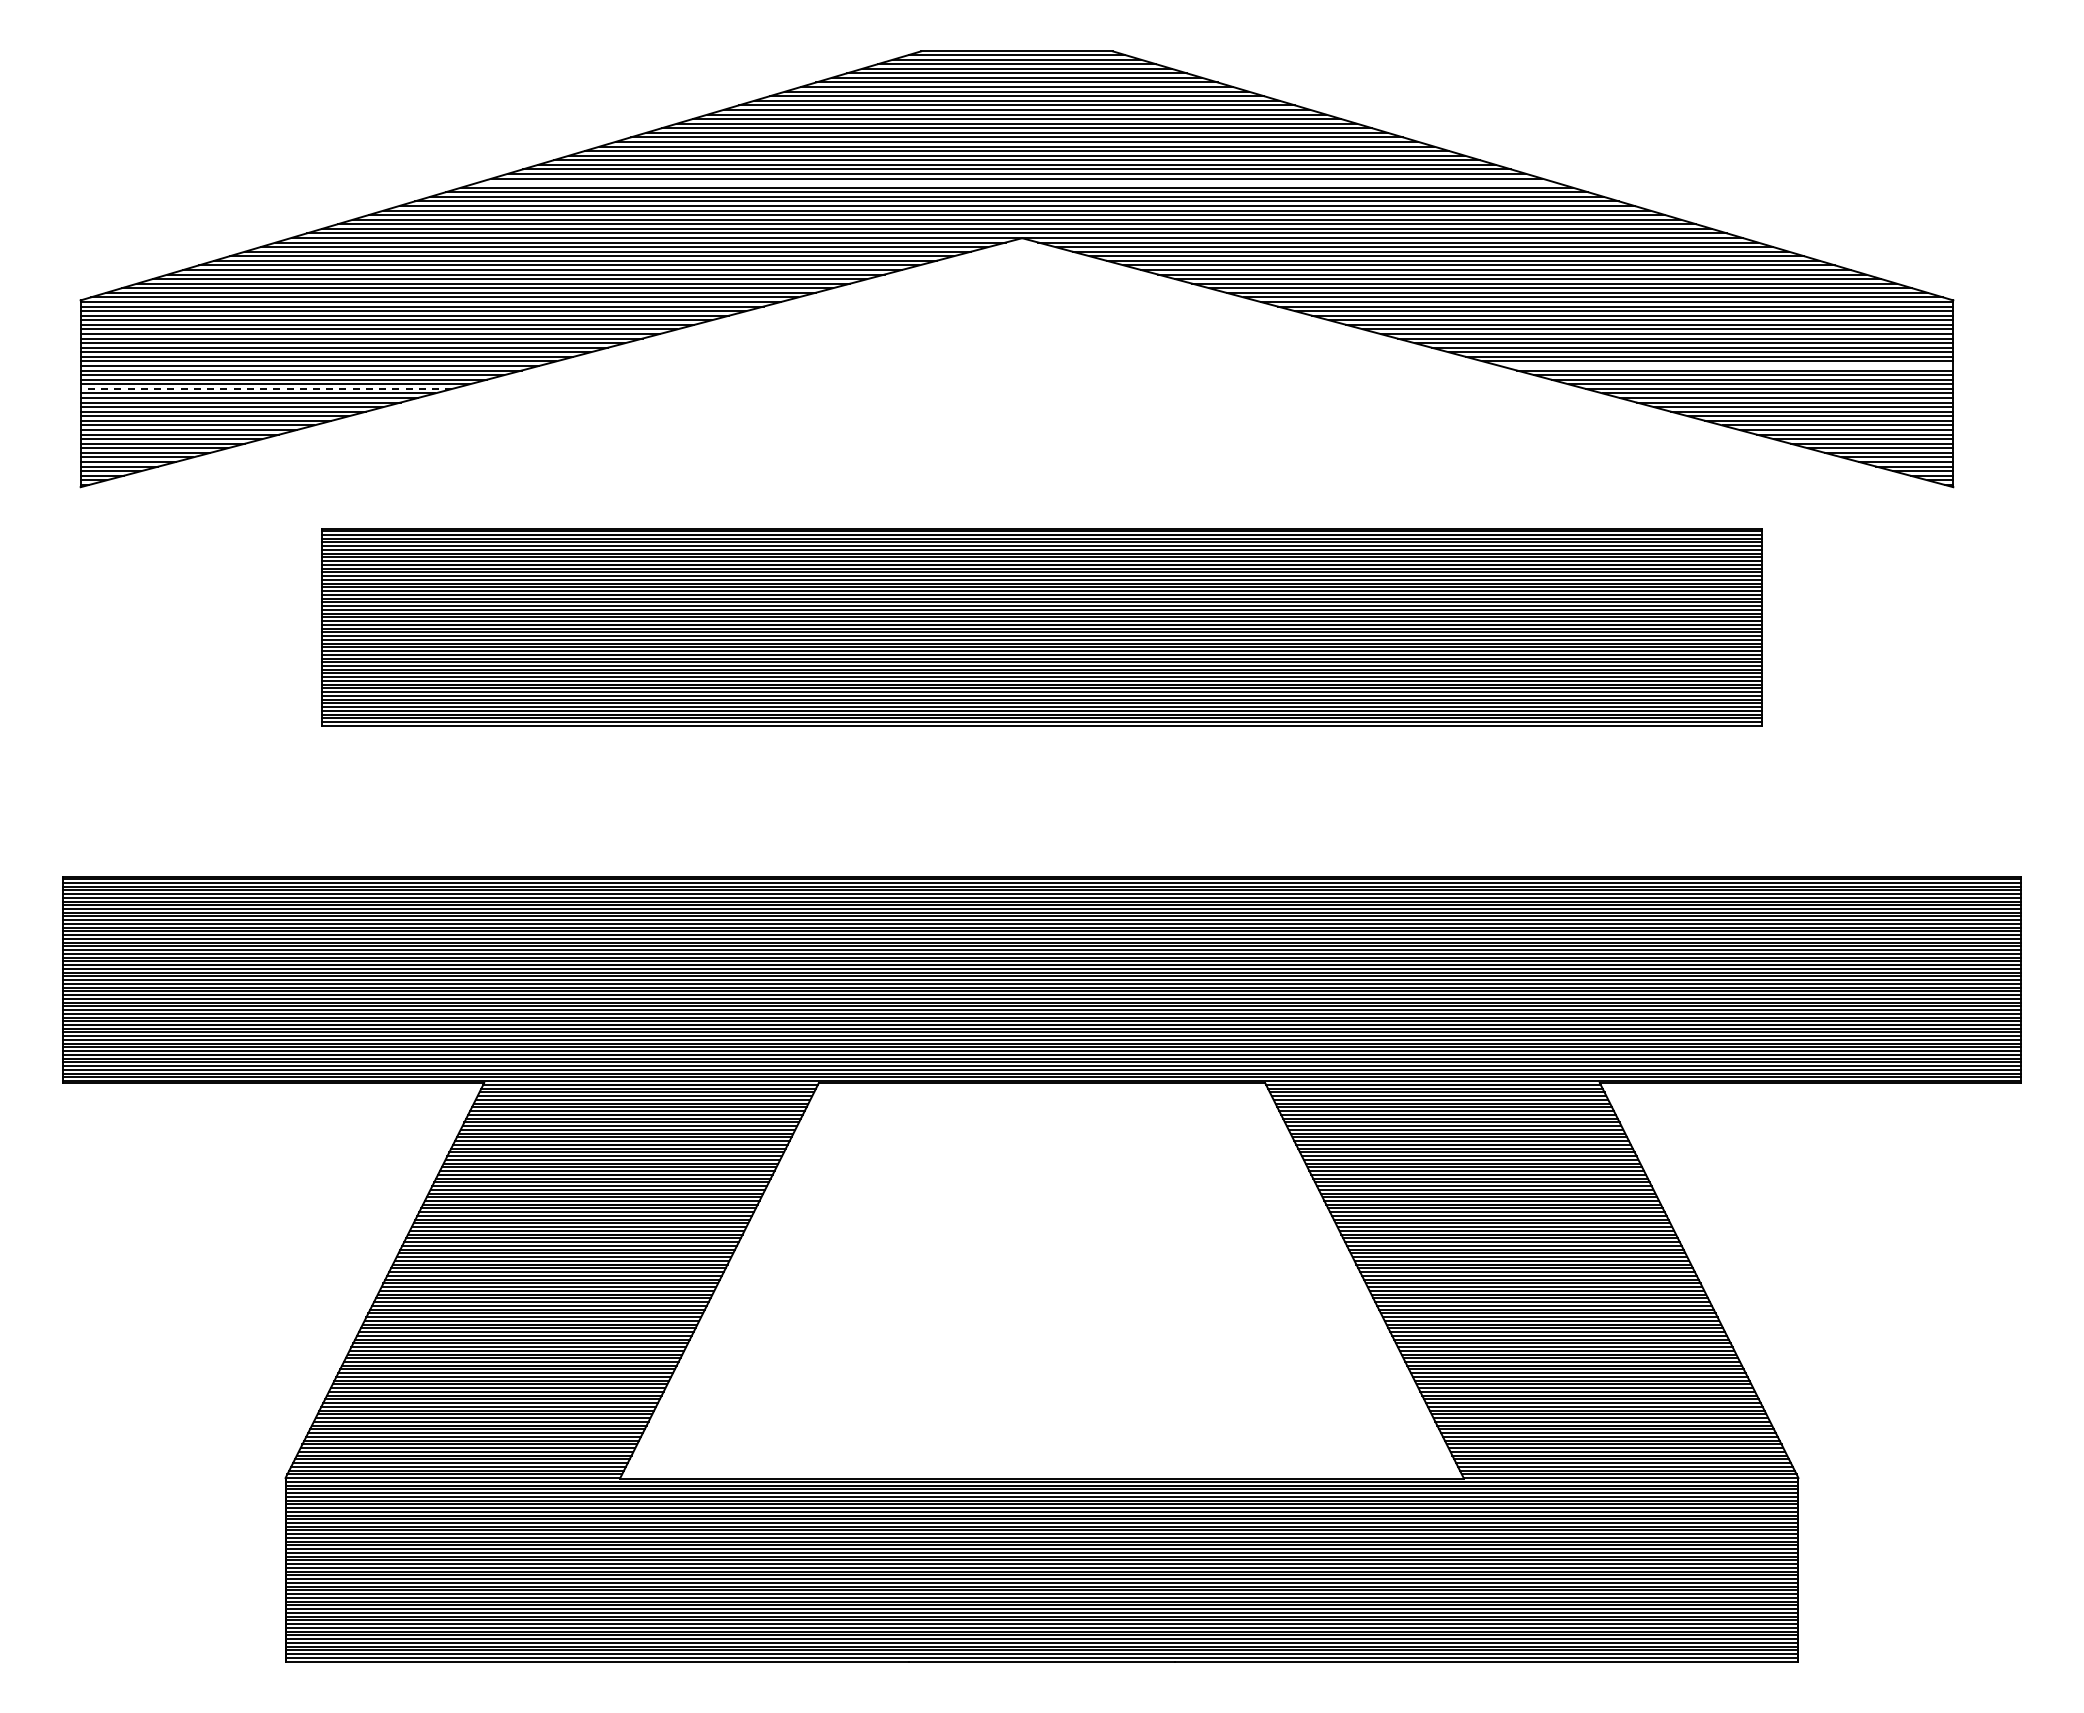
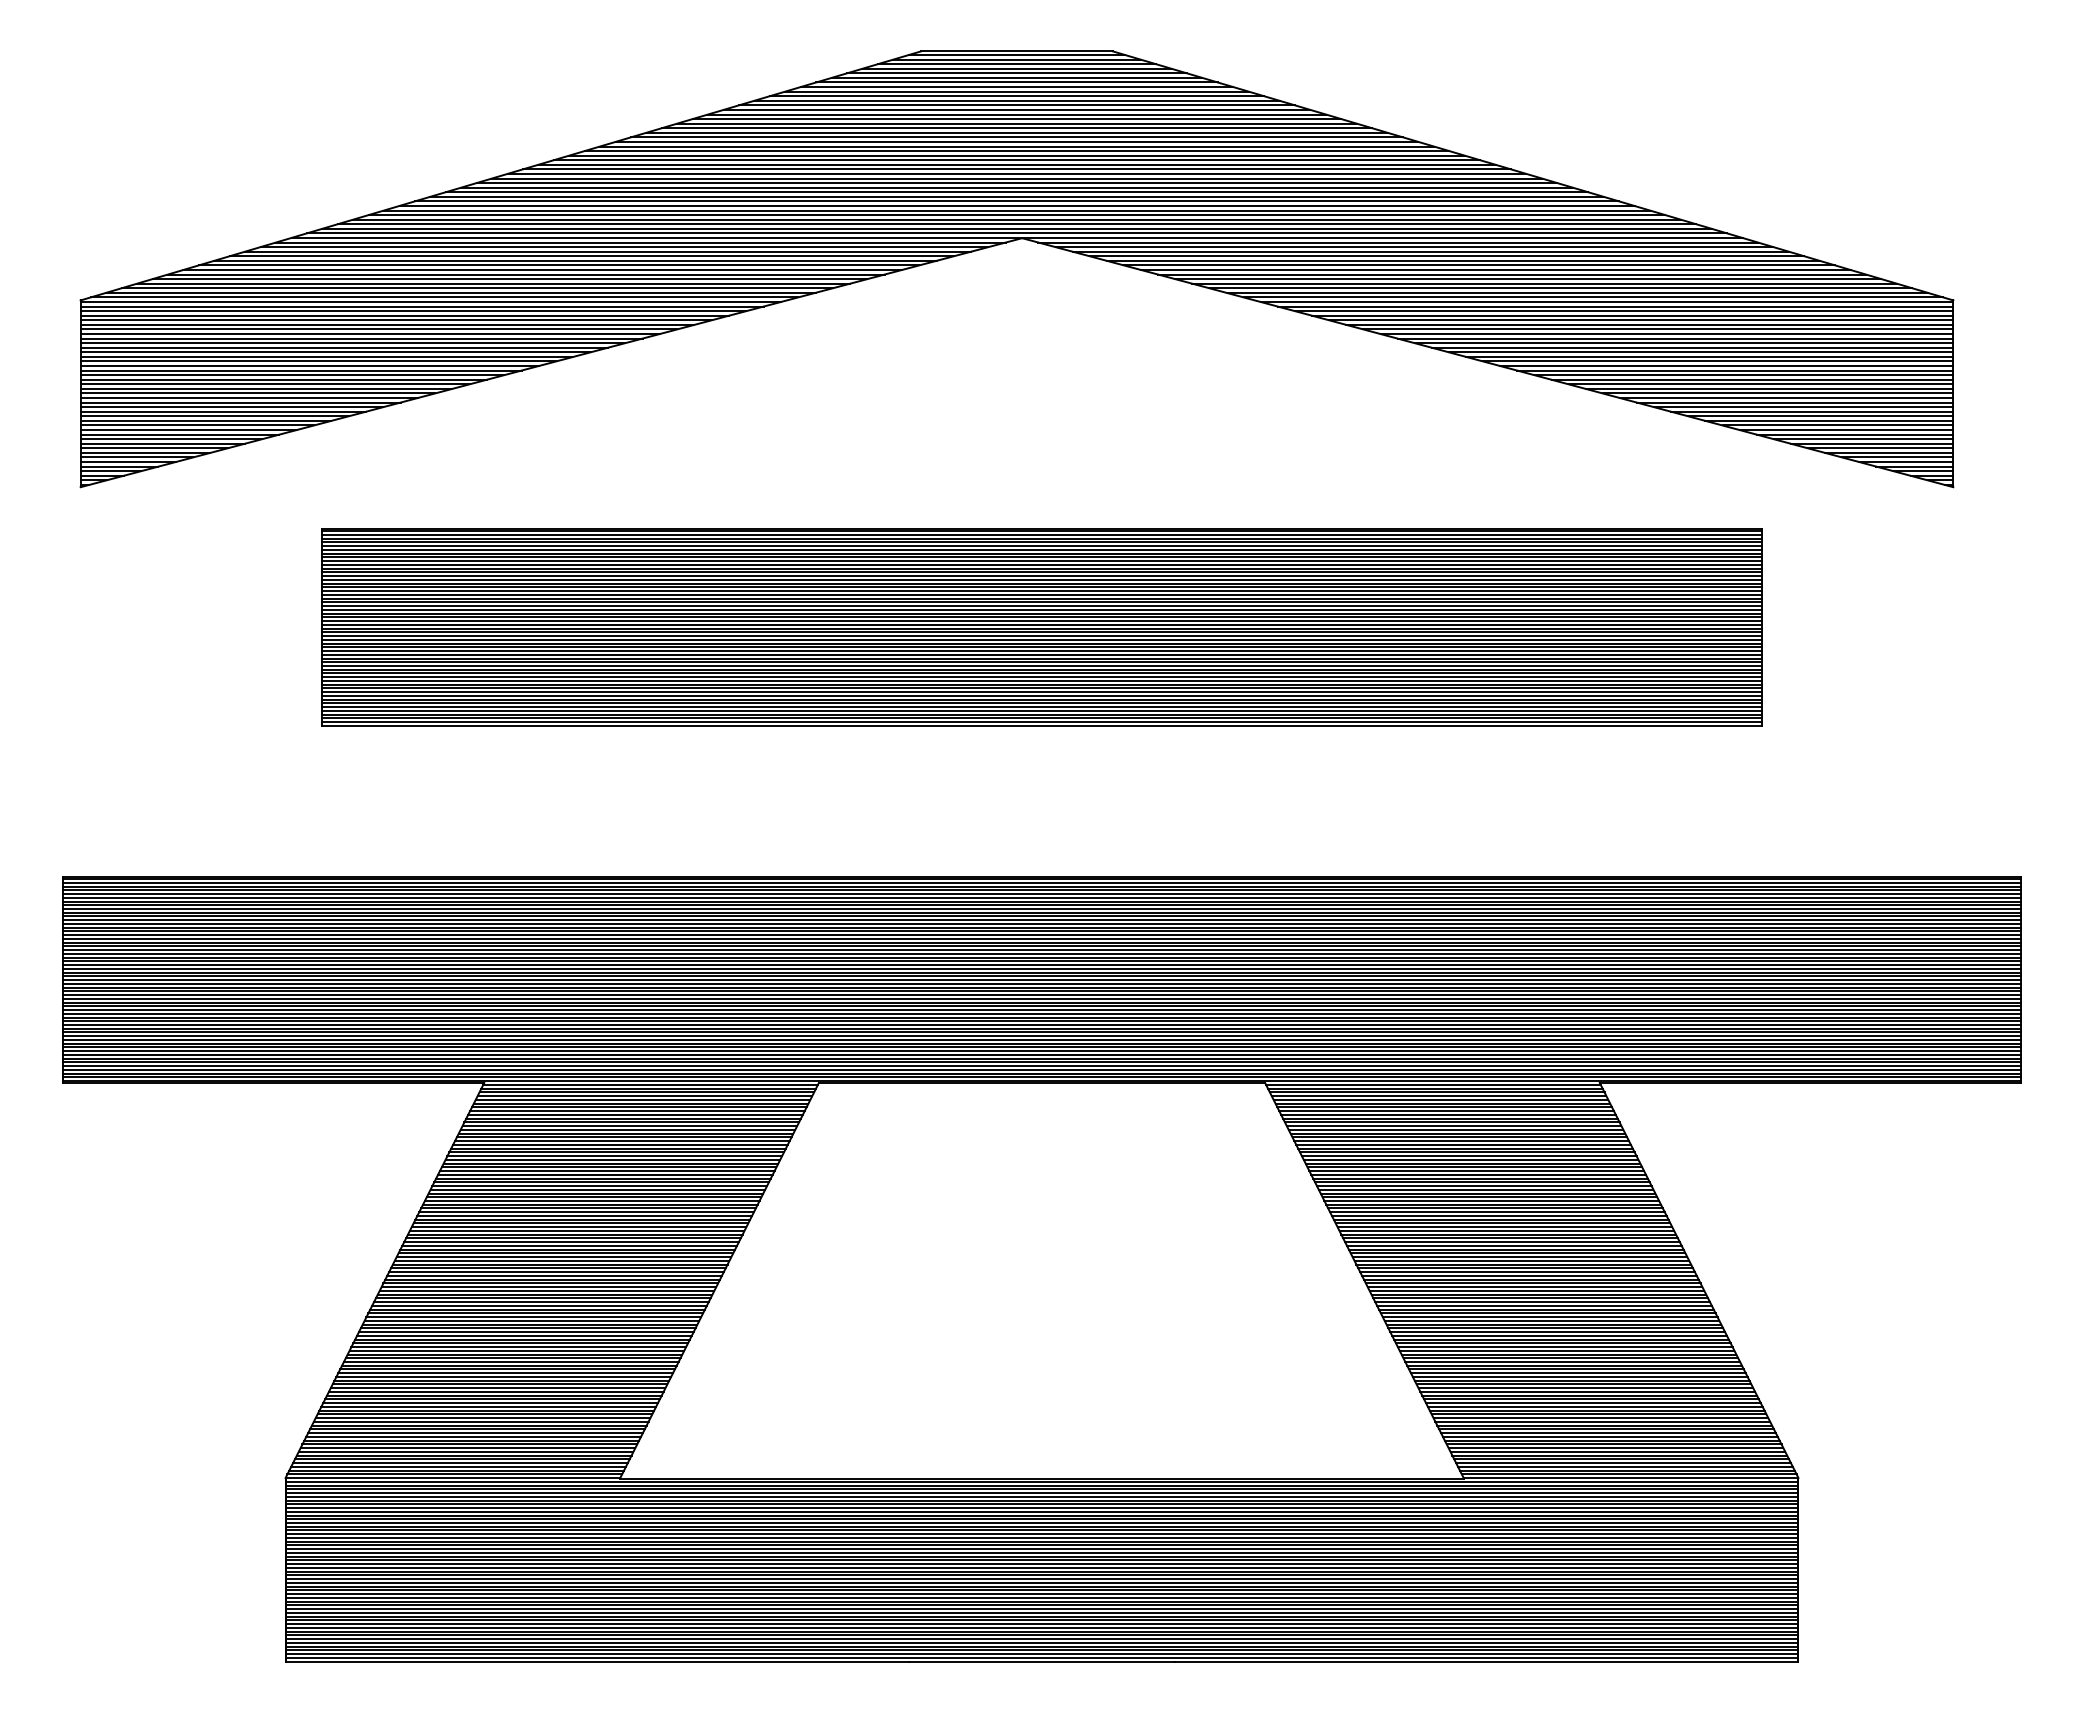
line at (1016, 183): none -> present
line at (1726, 366): none -> present
line at (266, 388): dashed -> solid
